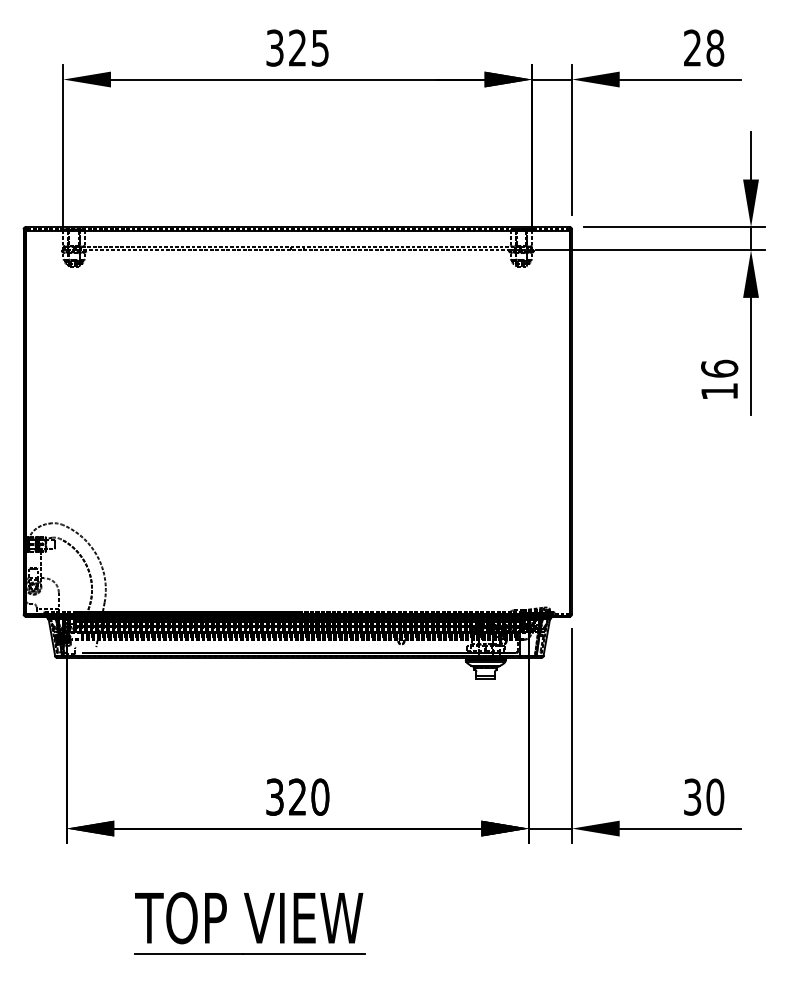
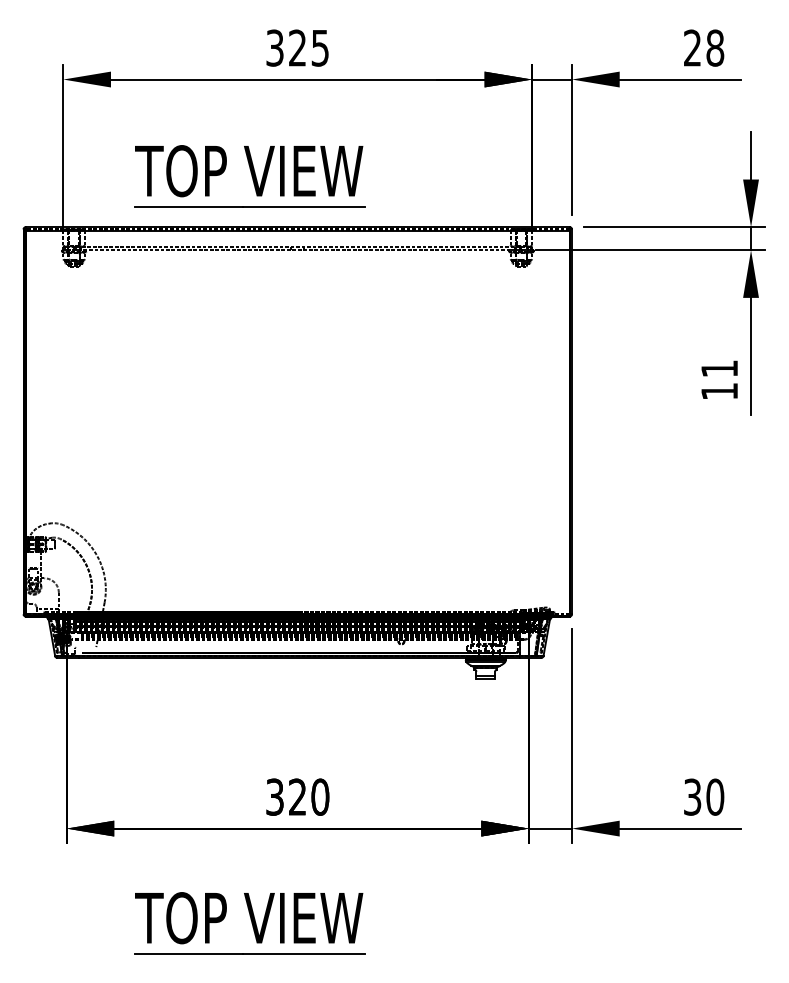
part at (249, 176): none -> present
text at (719, 368): 16 -> 11
